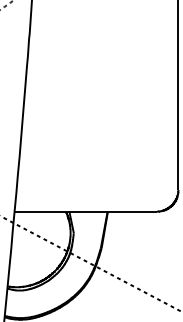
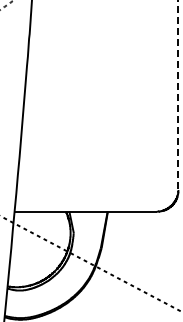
line at (178, 95): solid -> dashed
